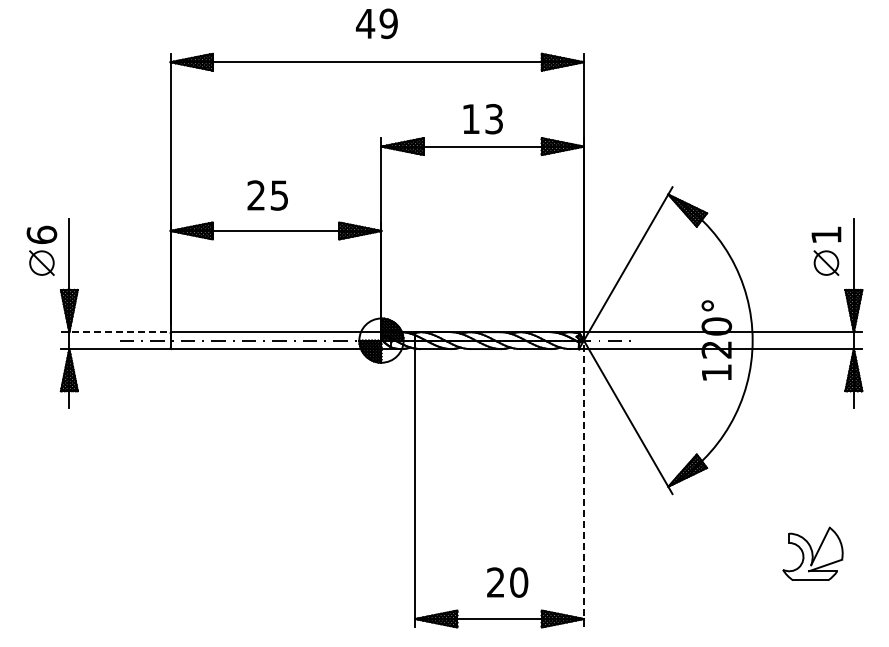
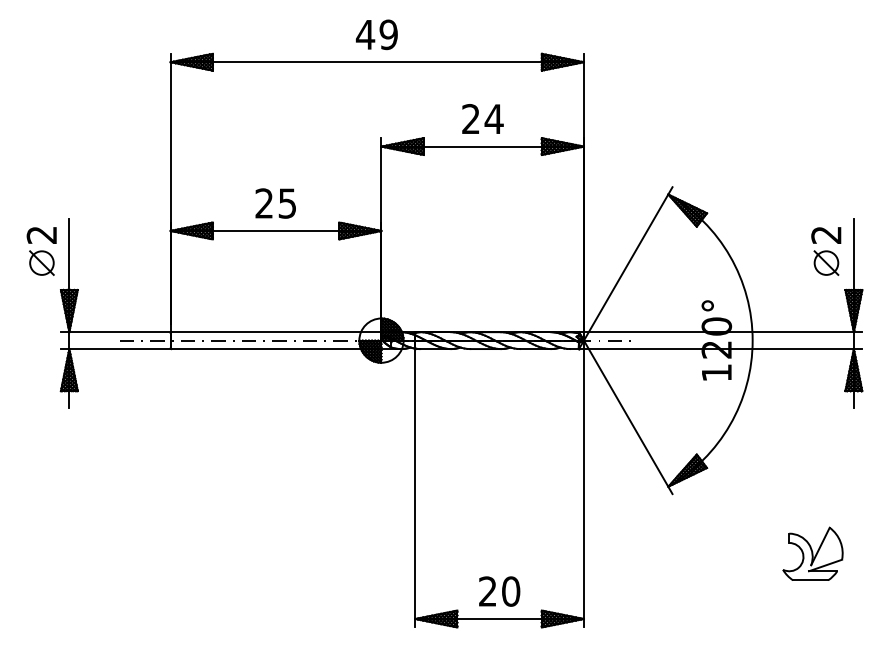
text at (376, 23) position: (376, 23) -> (376, 34)
text at (482, 119): 13 -> 24
text at (267, 195) position: (267, 195) -> (275, 203)
text at (41, 234): 6 -> 2
text at (826, 234): 1 -> 2
line at (115, 332): dashed -> solid
line at (583, 483): dashed -> solid
text at (507, 582) position: (507, 582) -> (499, 591)
